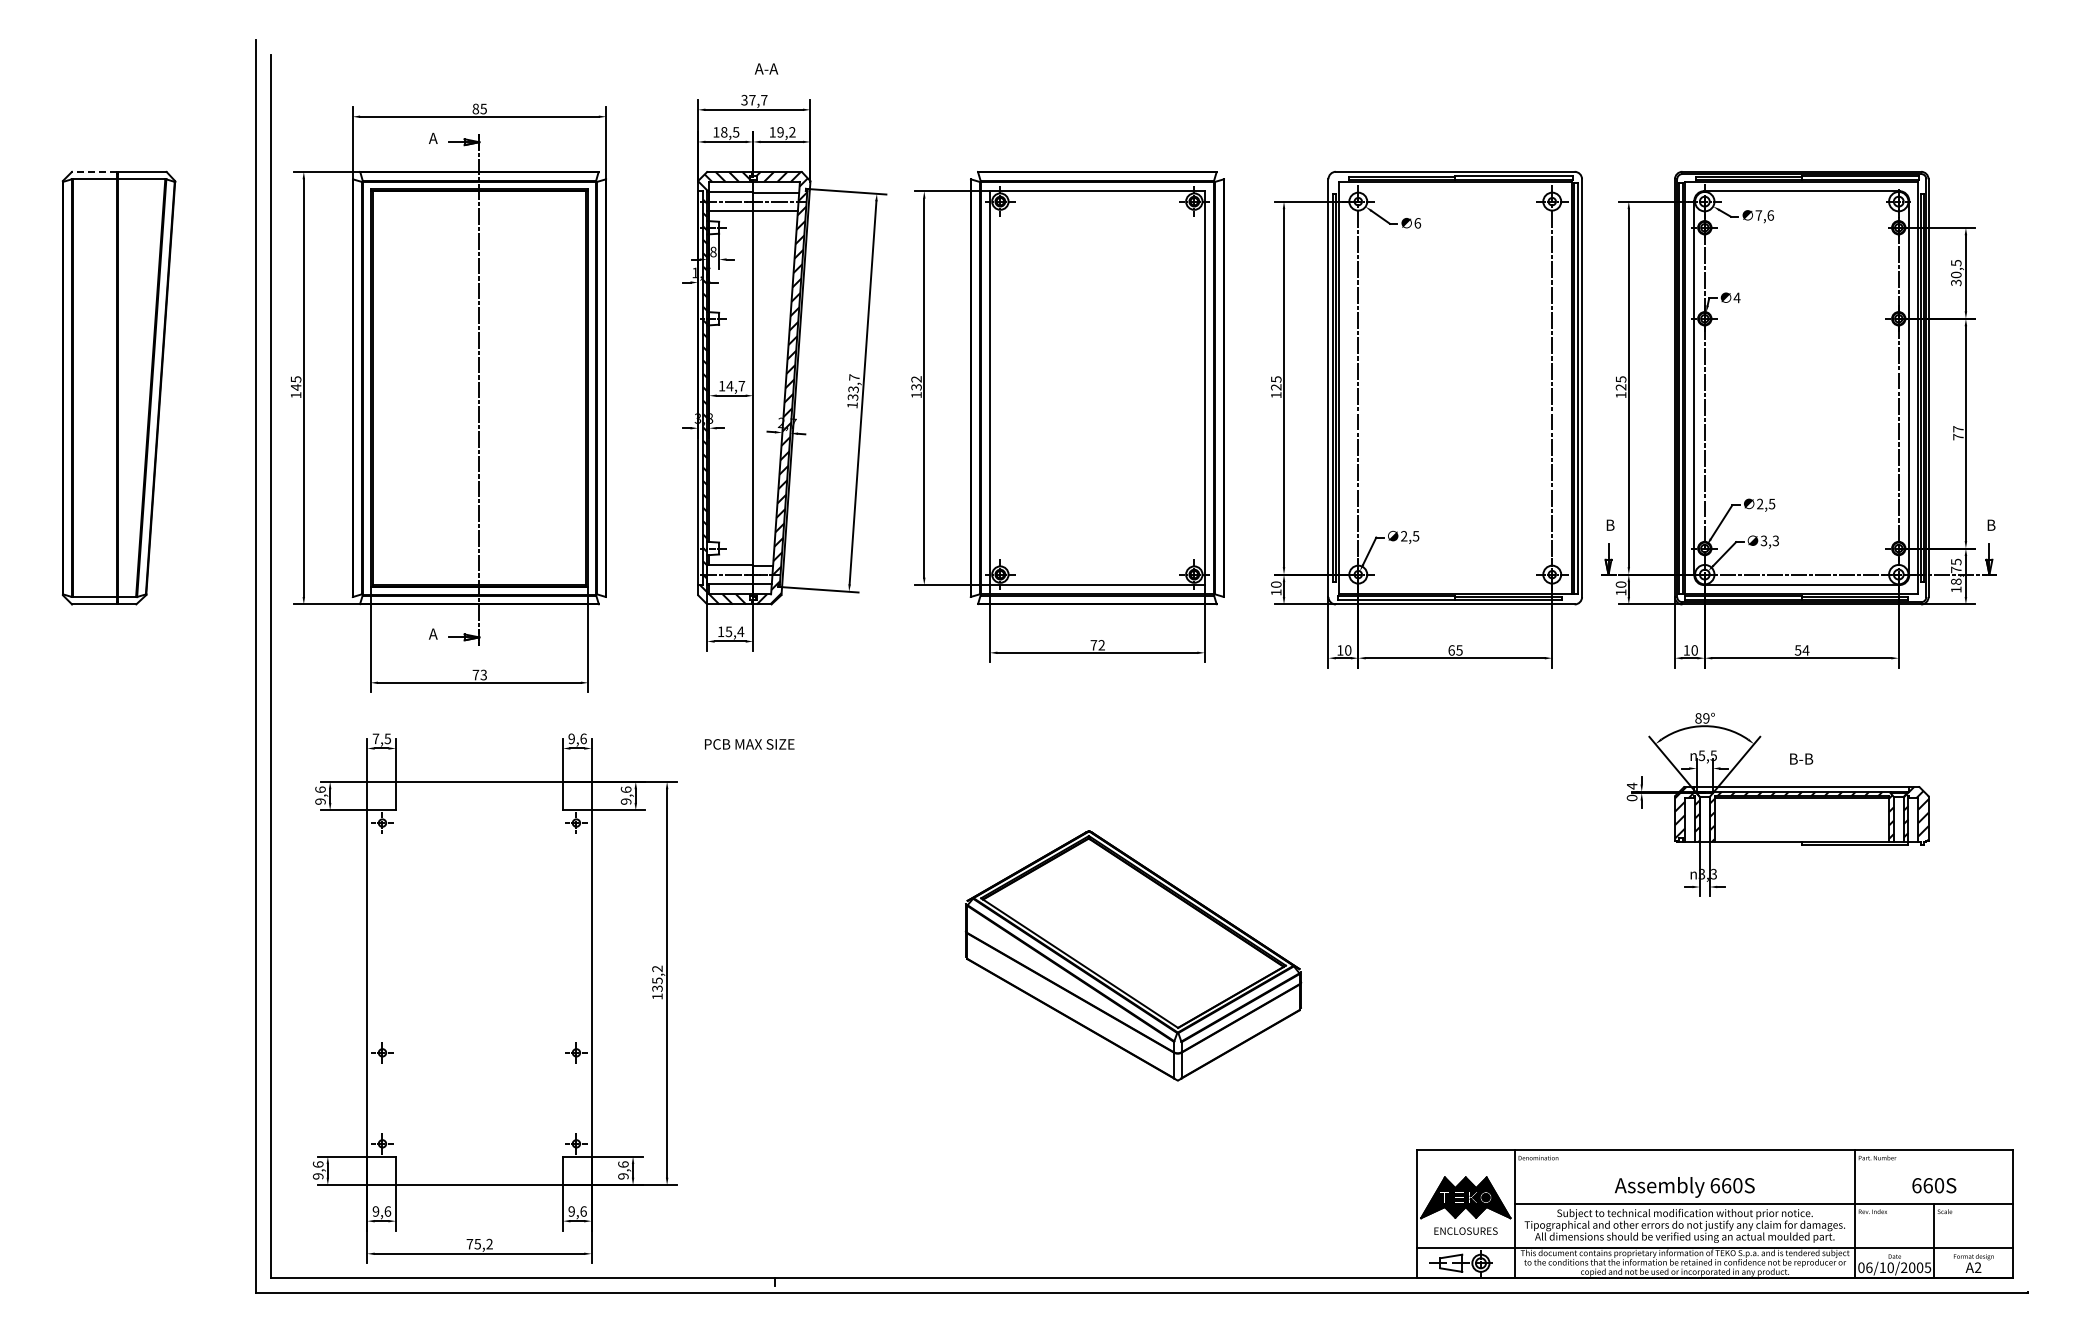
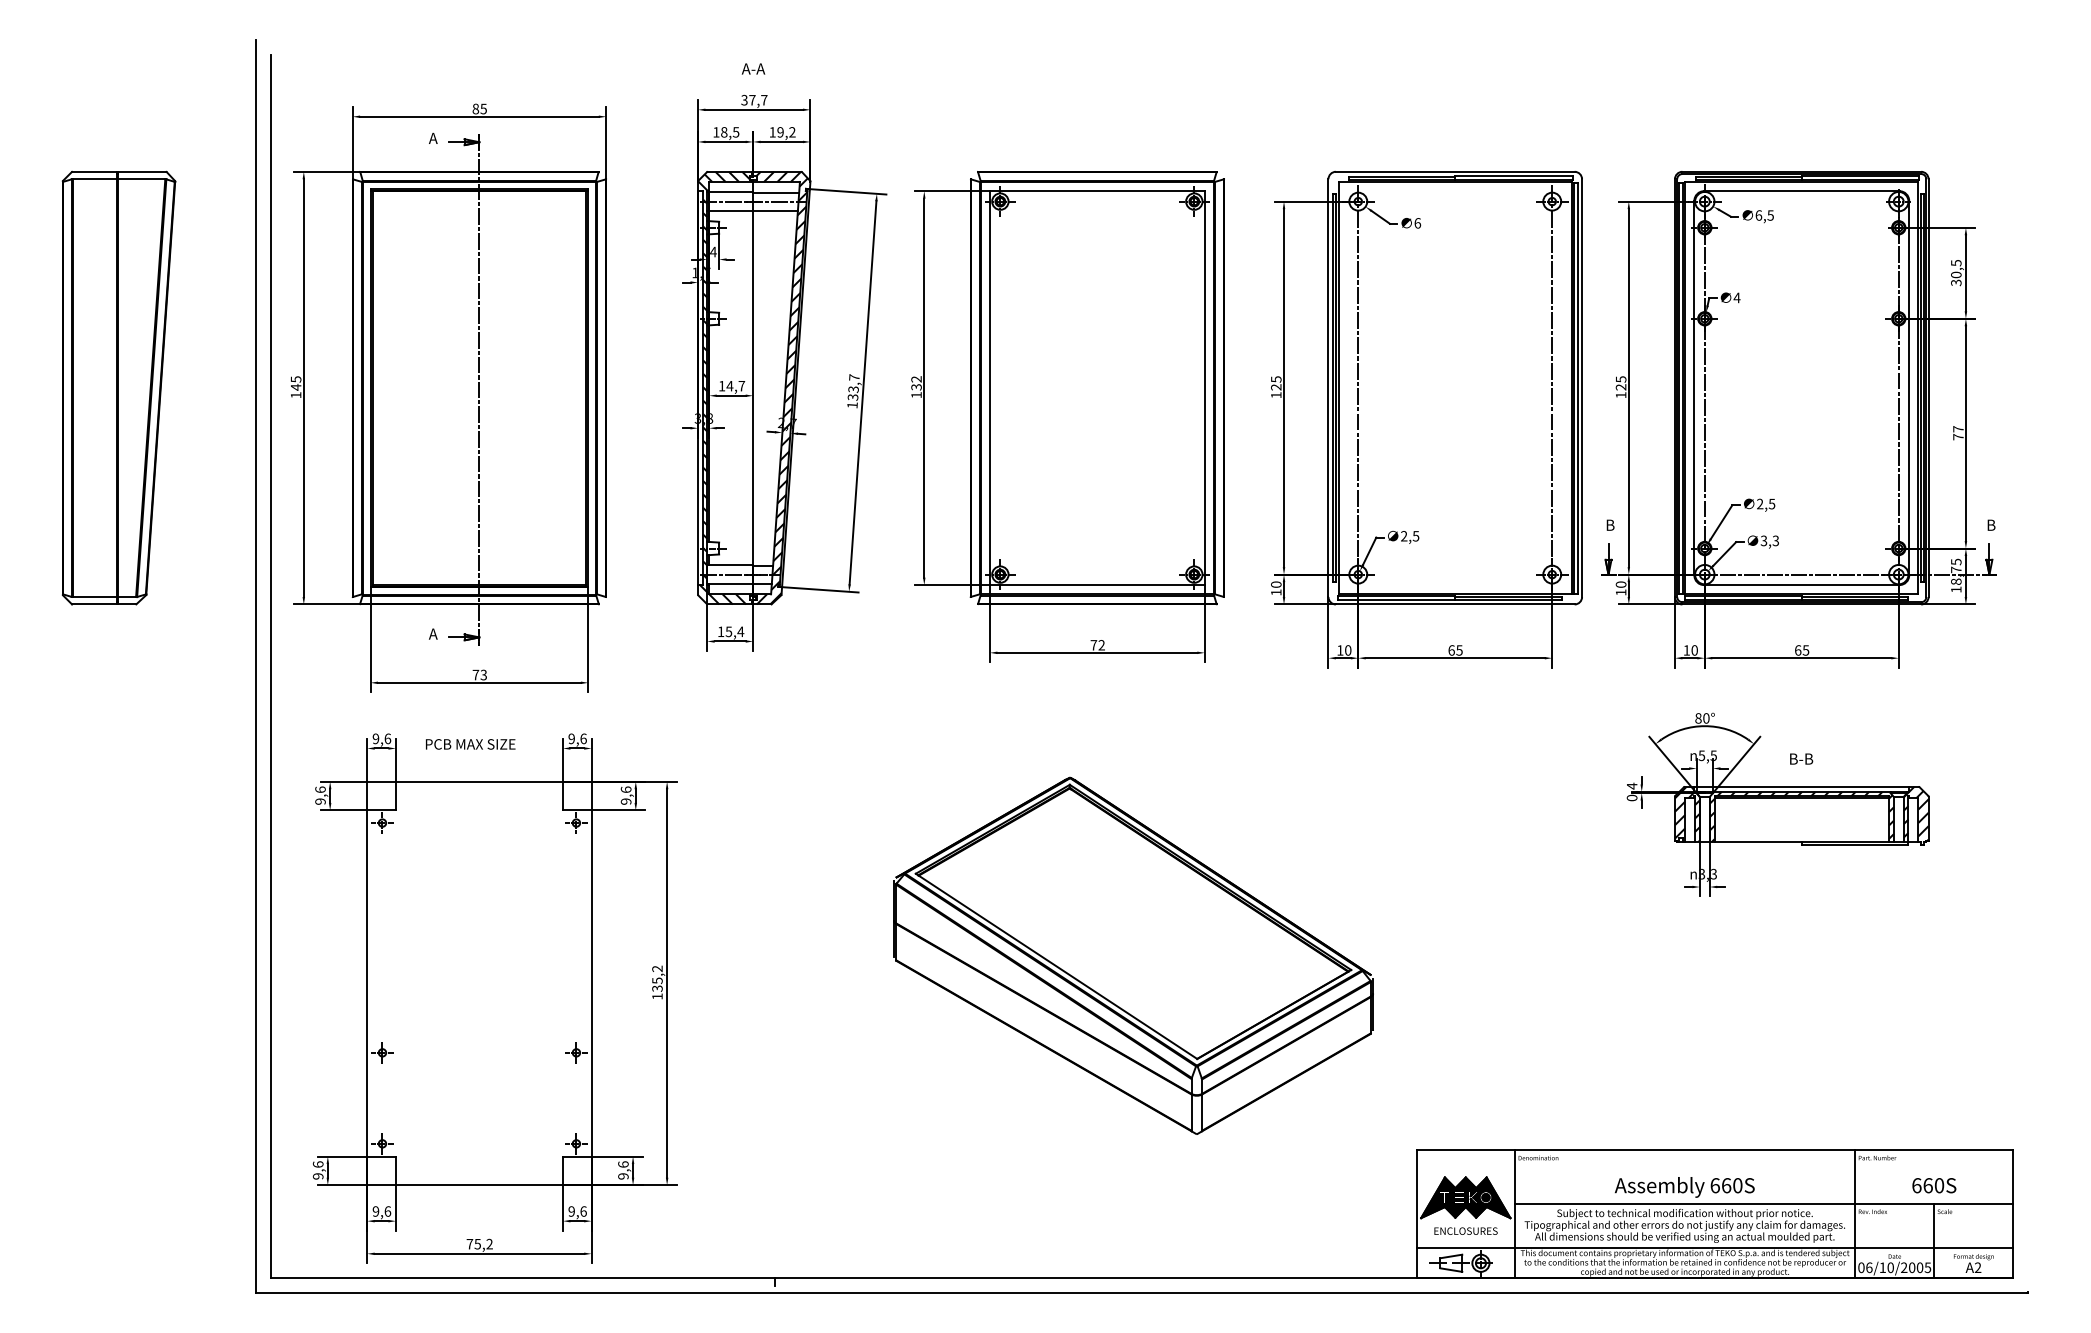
text at (766, 68) position: (766, 68) -> (753, 68)
line at (94, 171): dashed -> solid
text at (1764, 215): 7,6 -> 6,5
text at (713, 251): 8 -> 4
text at (1801, 650): 54 -> 65
text at (1706, 718): 89° -> 80°
text at (381, 738): 7,5 -> 9,6
text at (749, 744) position: (749, 744) -> (470, 744)
part at (1133, 955) size: 339x252 px -> 481x359 px
